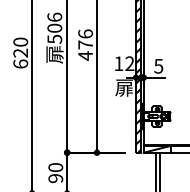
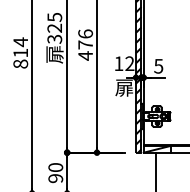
text at (54, 27): 506 -> 325
text at (20, 52): 620 -> 814
line at (159, 170): present -> none
